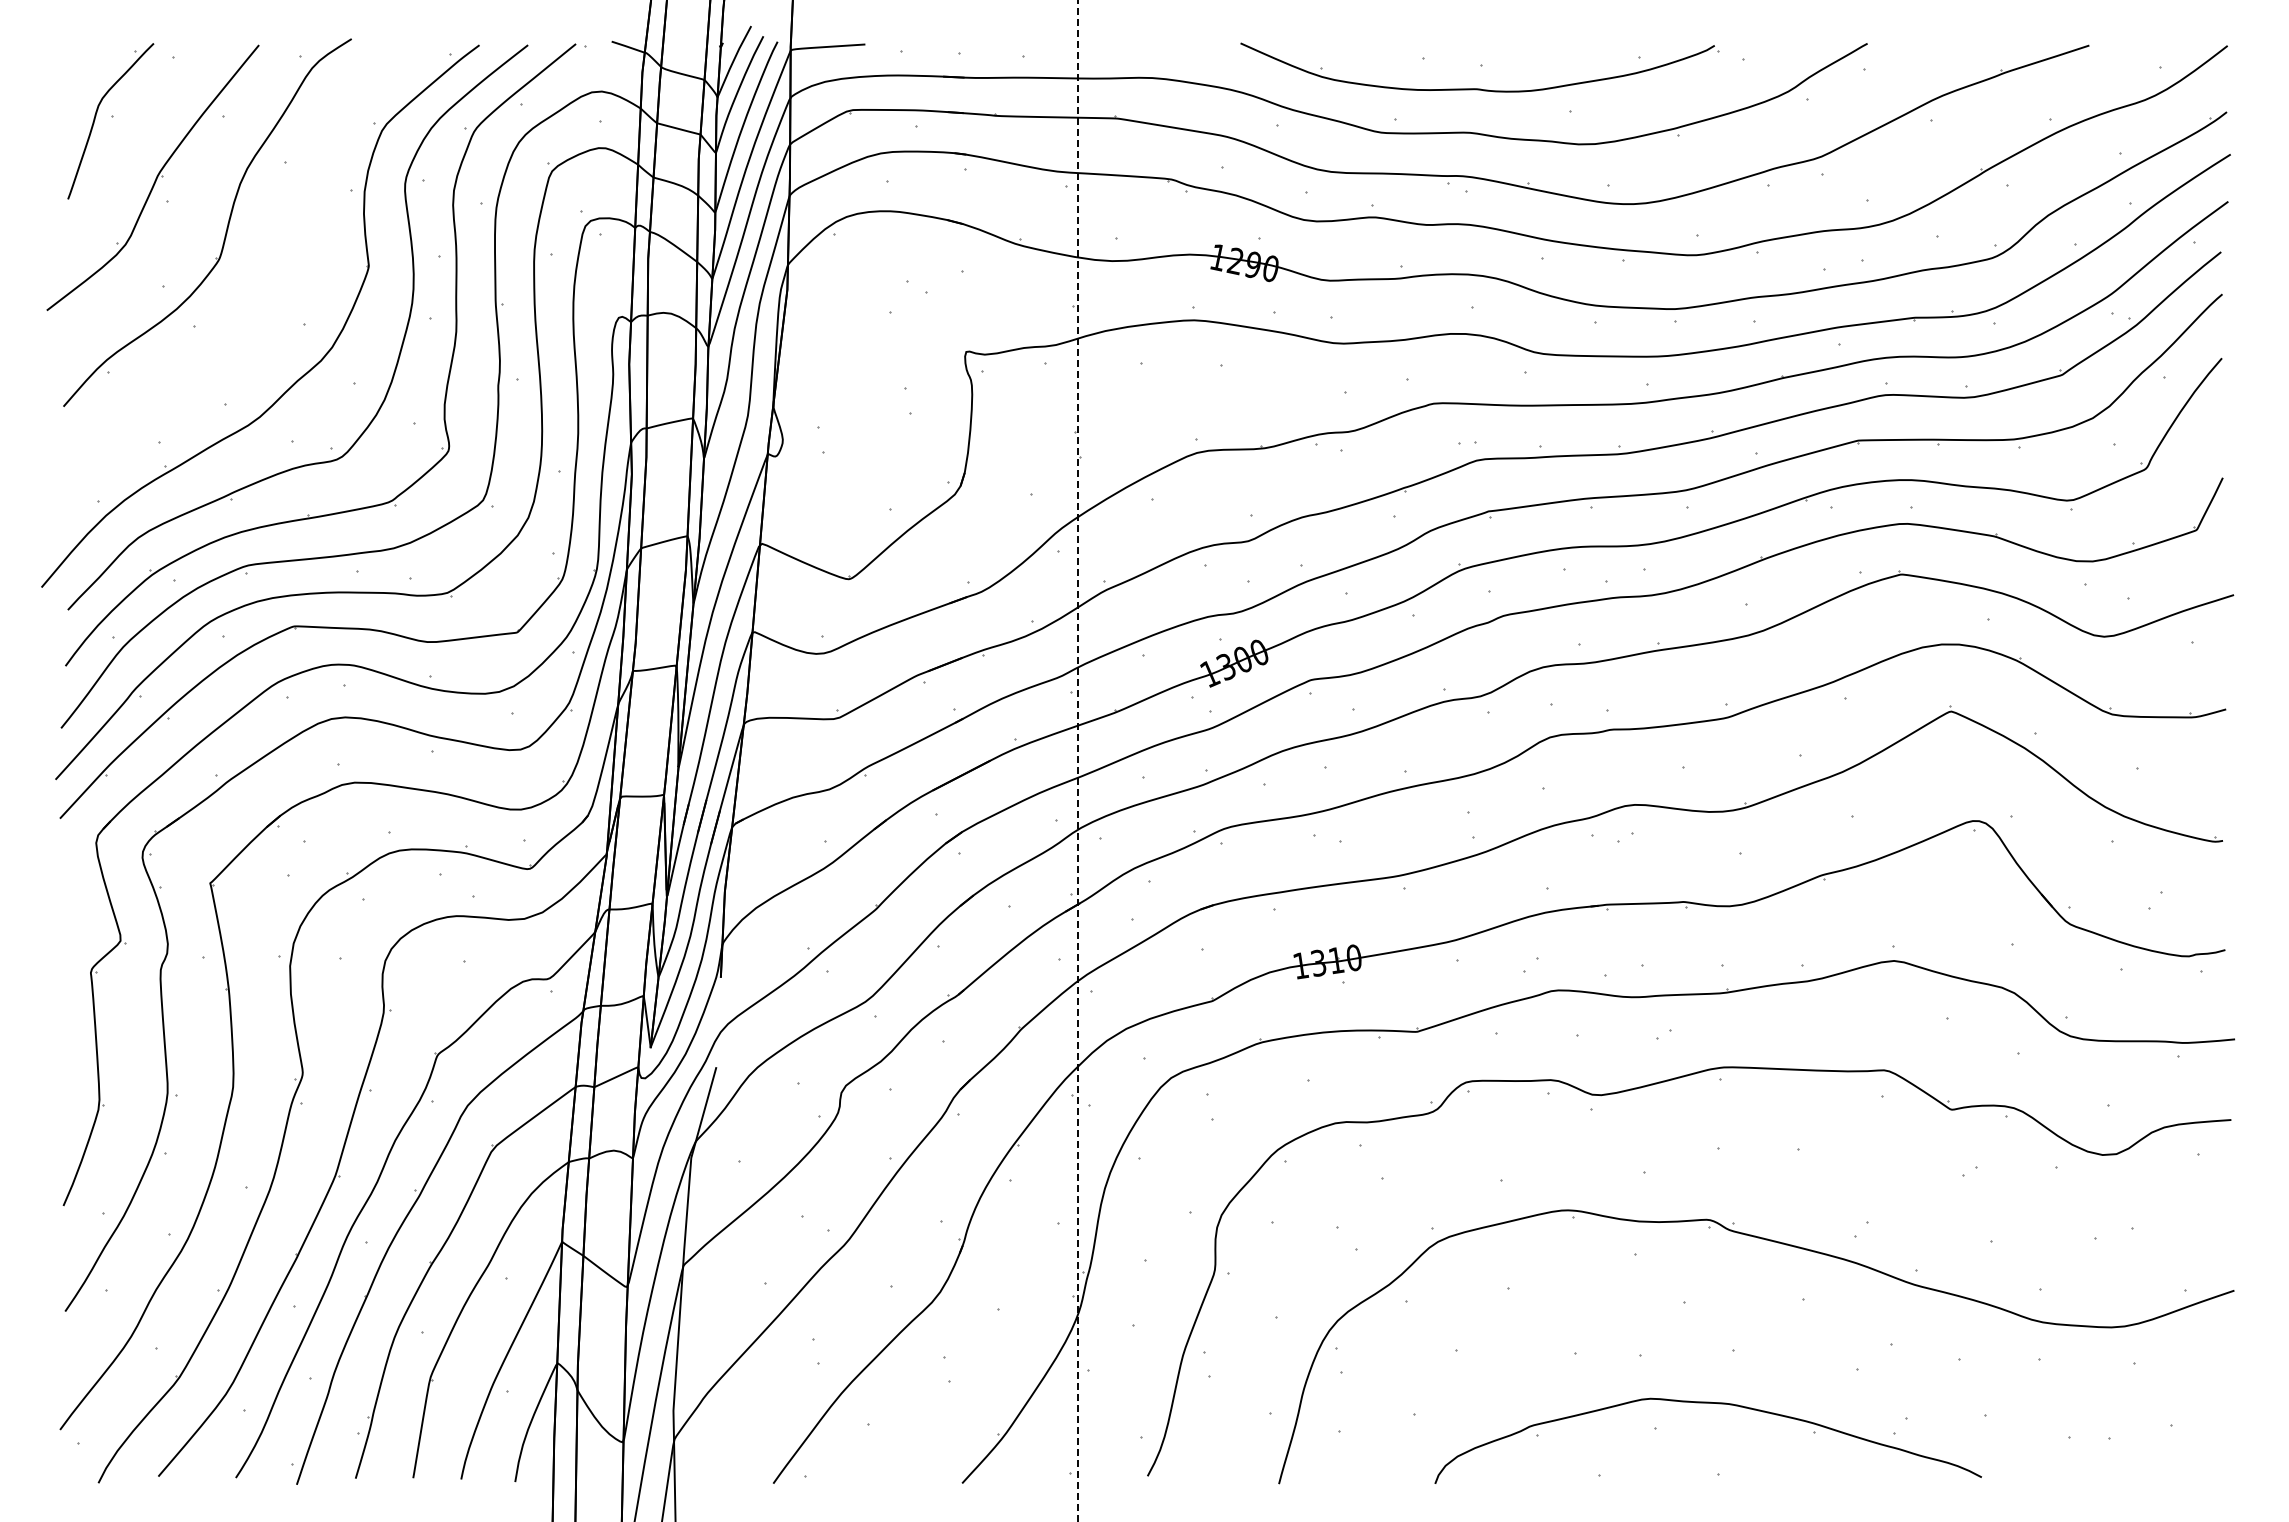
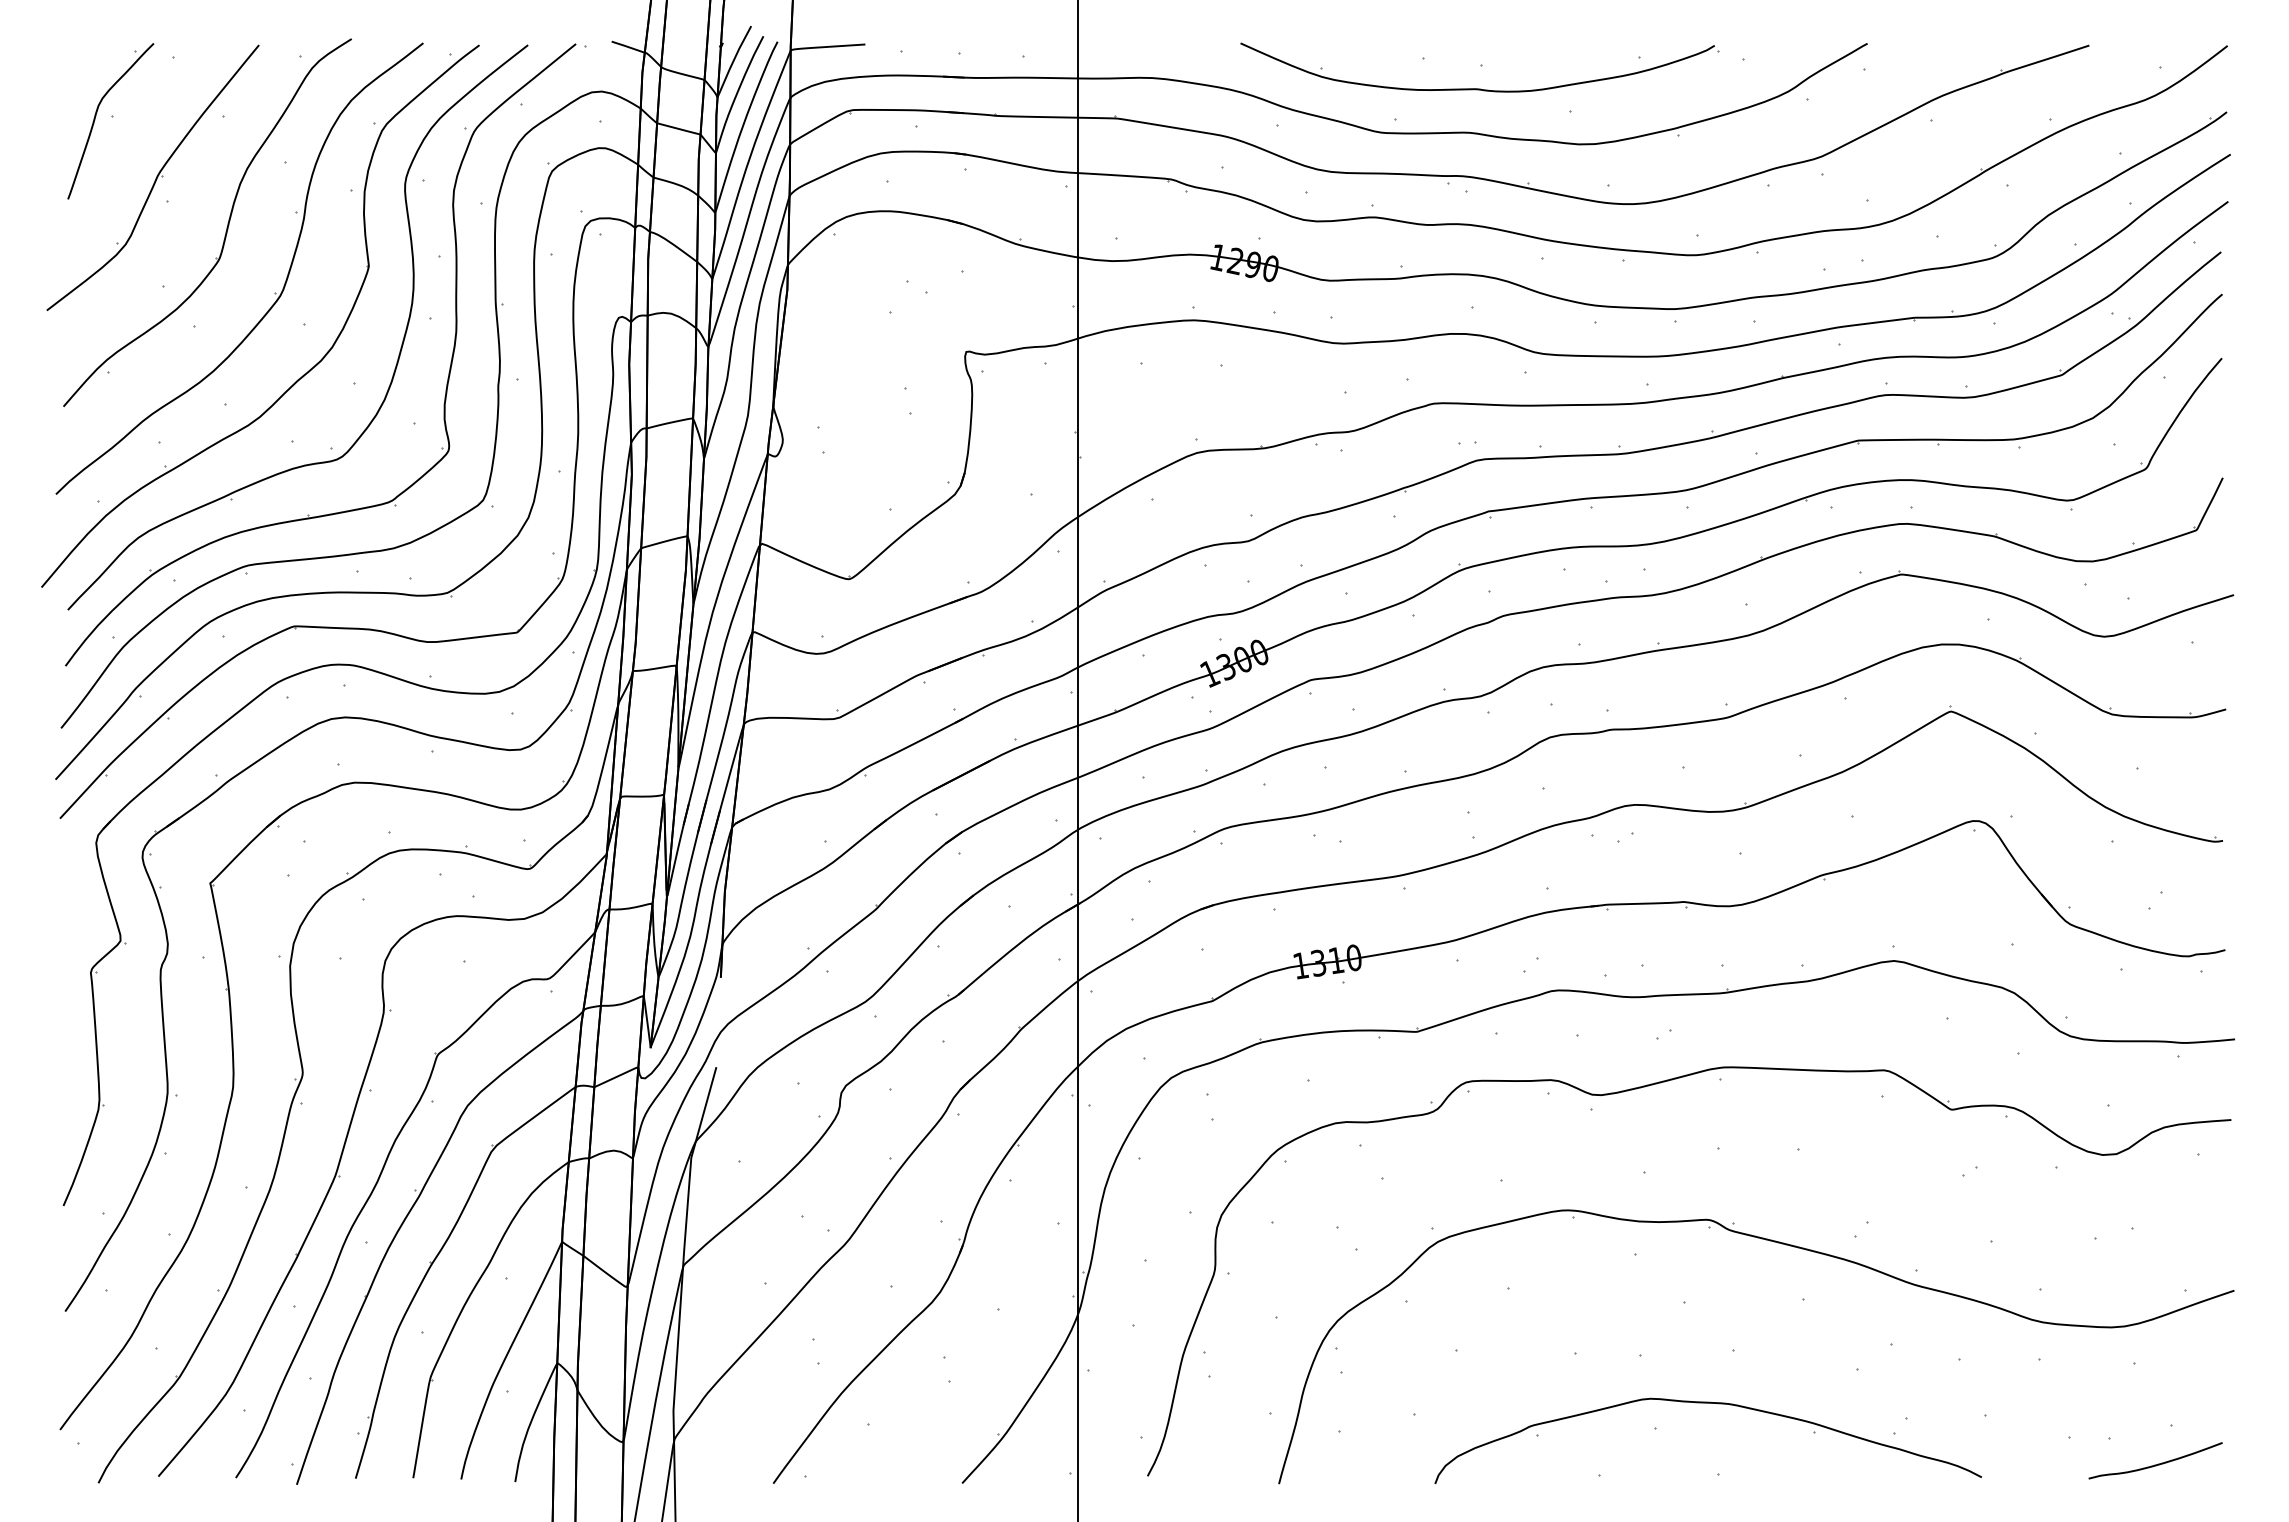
part at (274, 293): none -> present
line at (1077, 761): dashed -> solid
curve at (2155, 1464): none -> present
